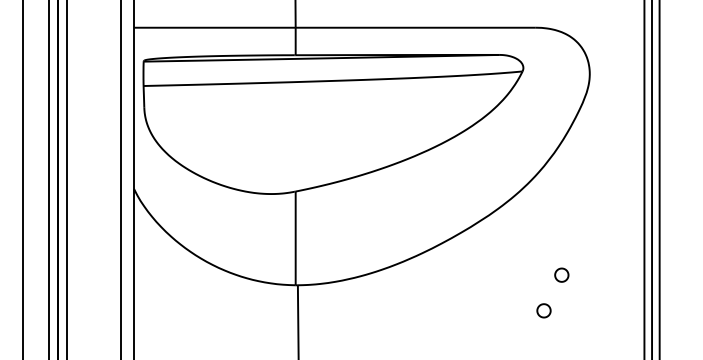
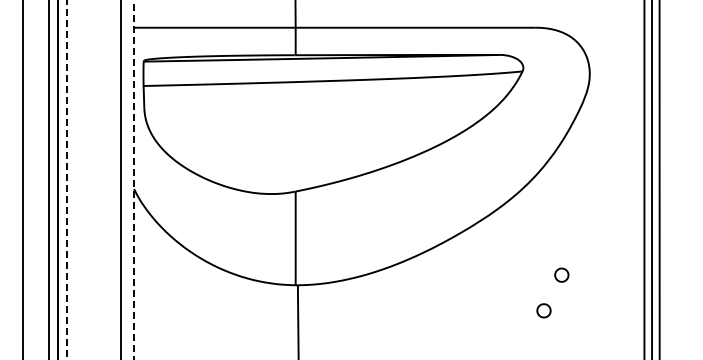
line at (67, 180): solid -> dashed
line at (134, 180): solid -> dashed
